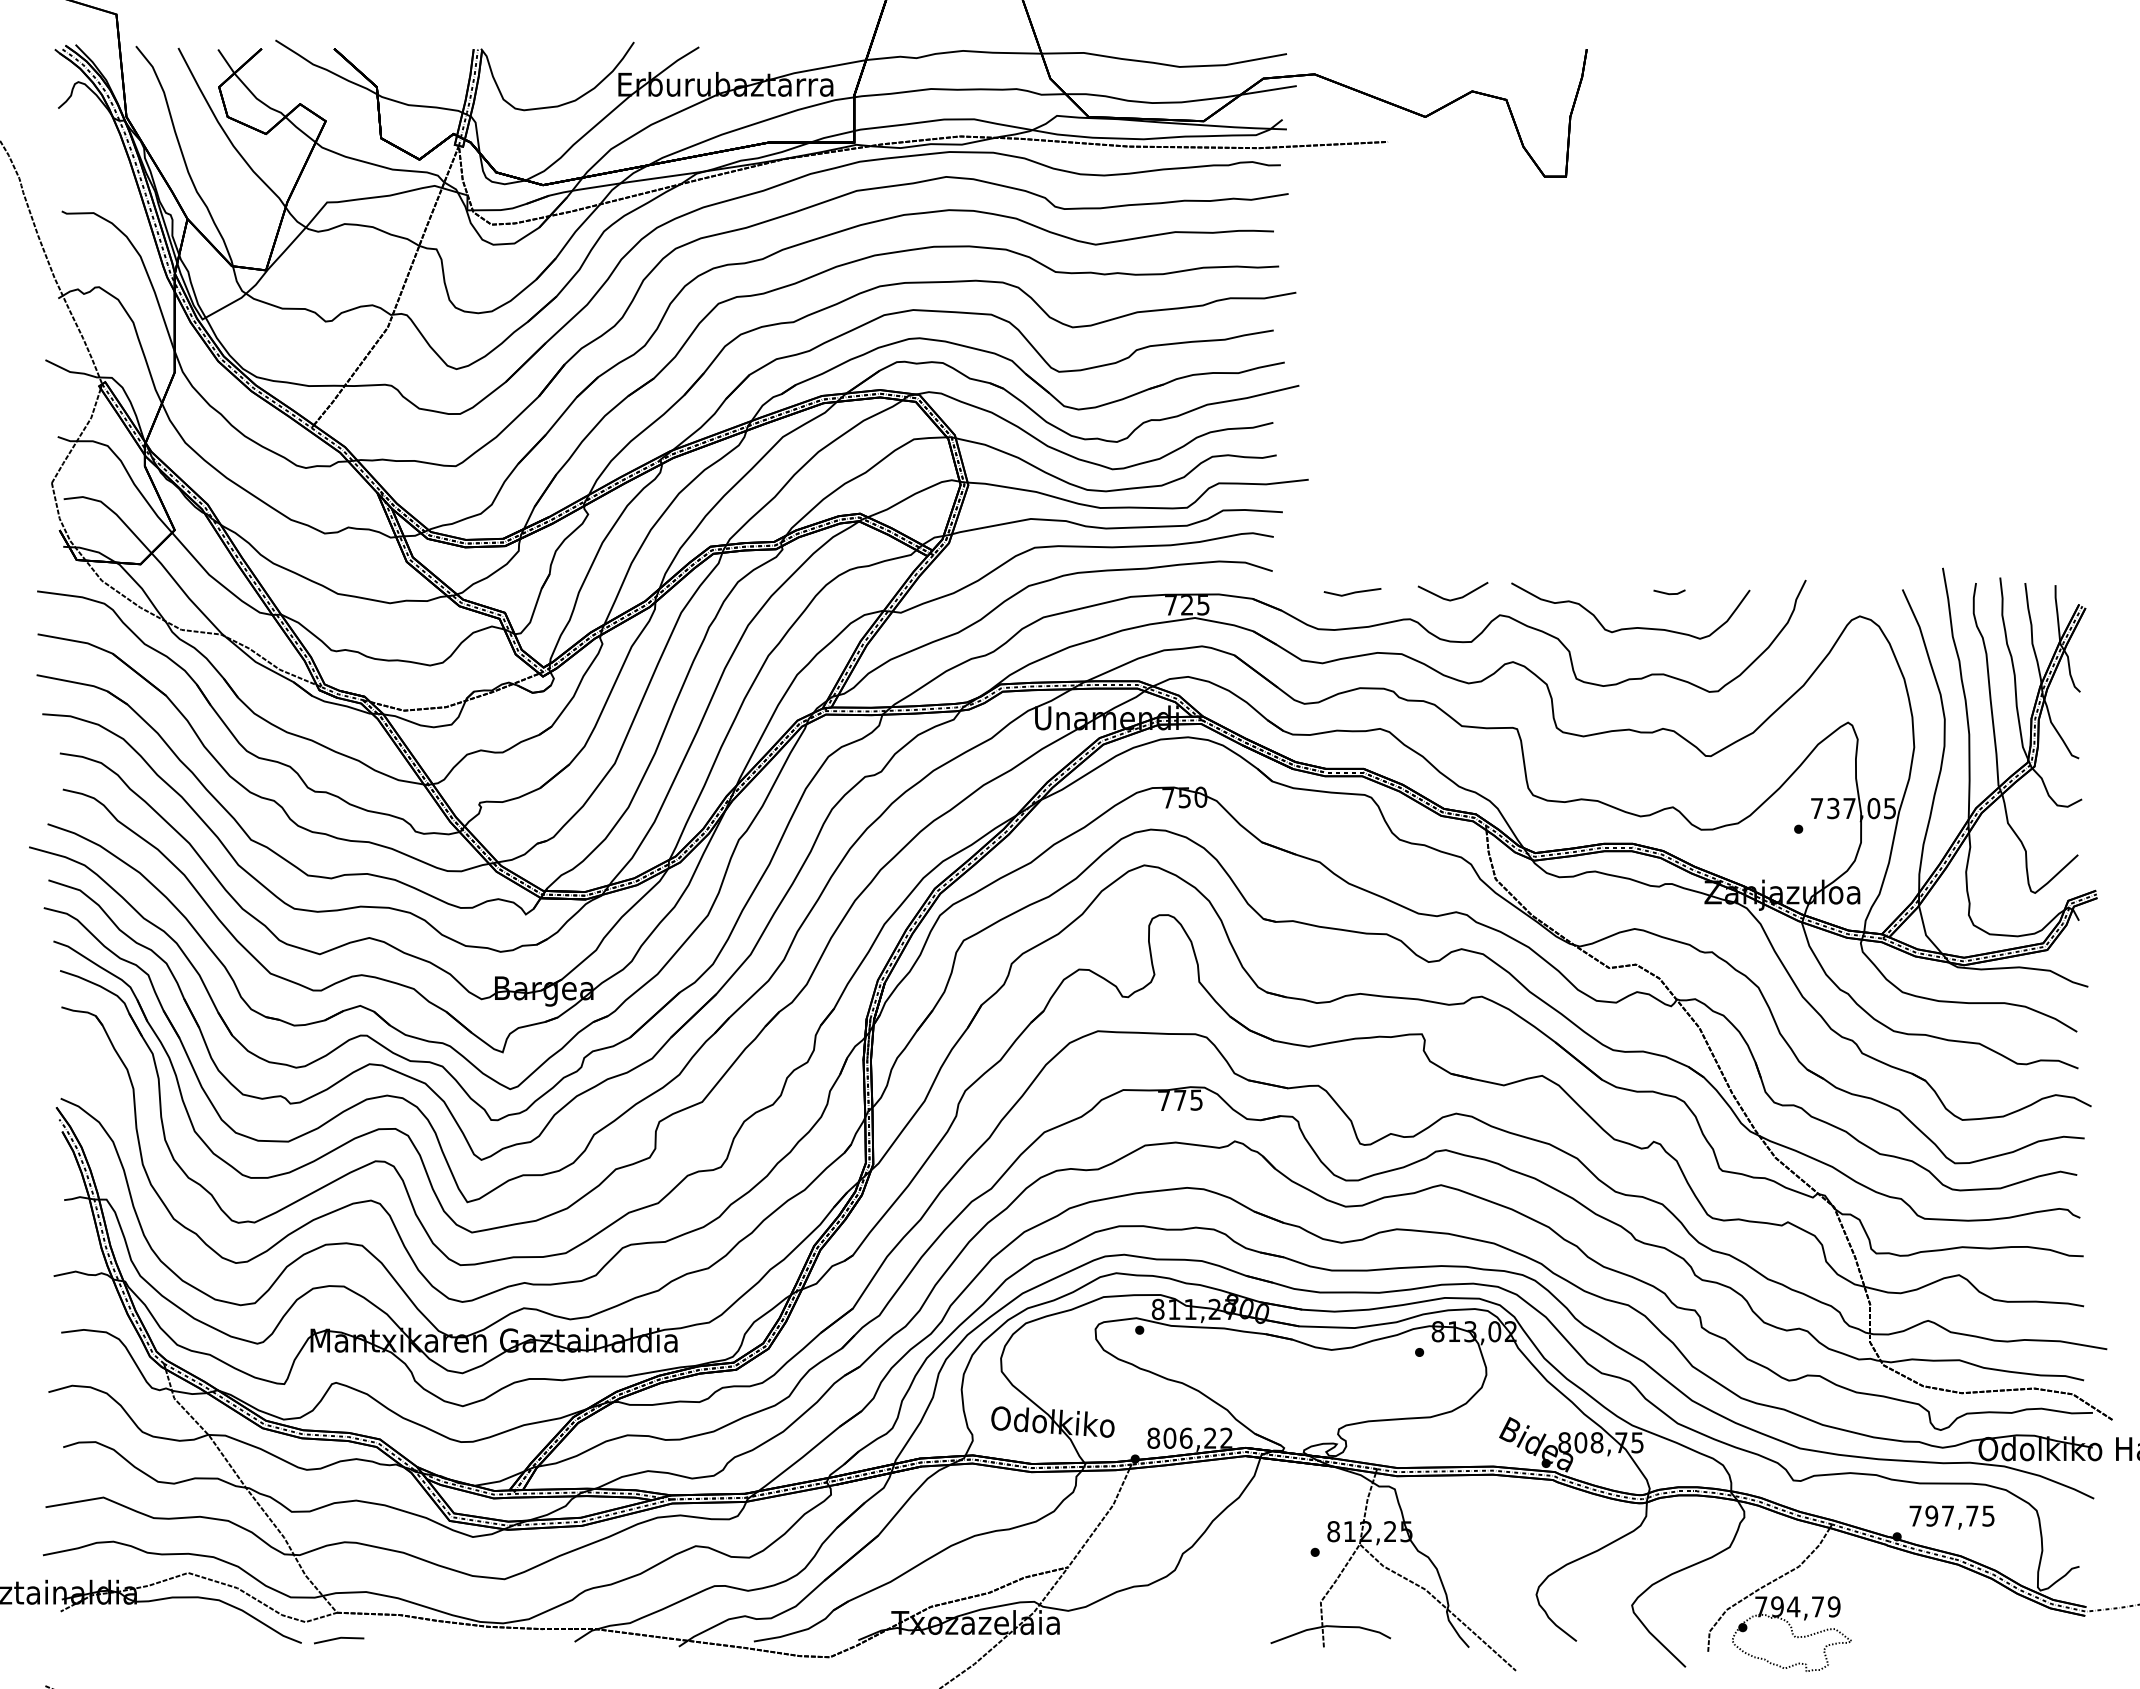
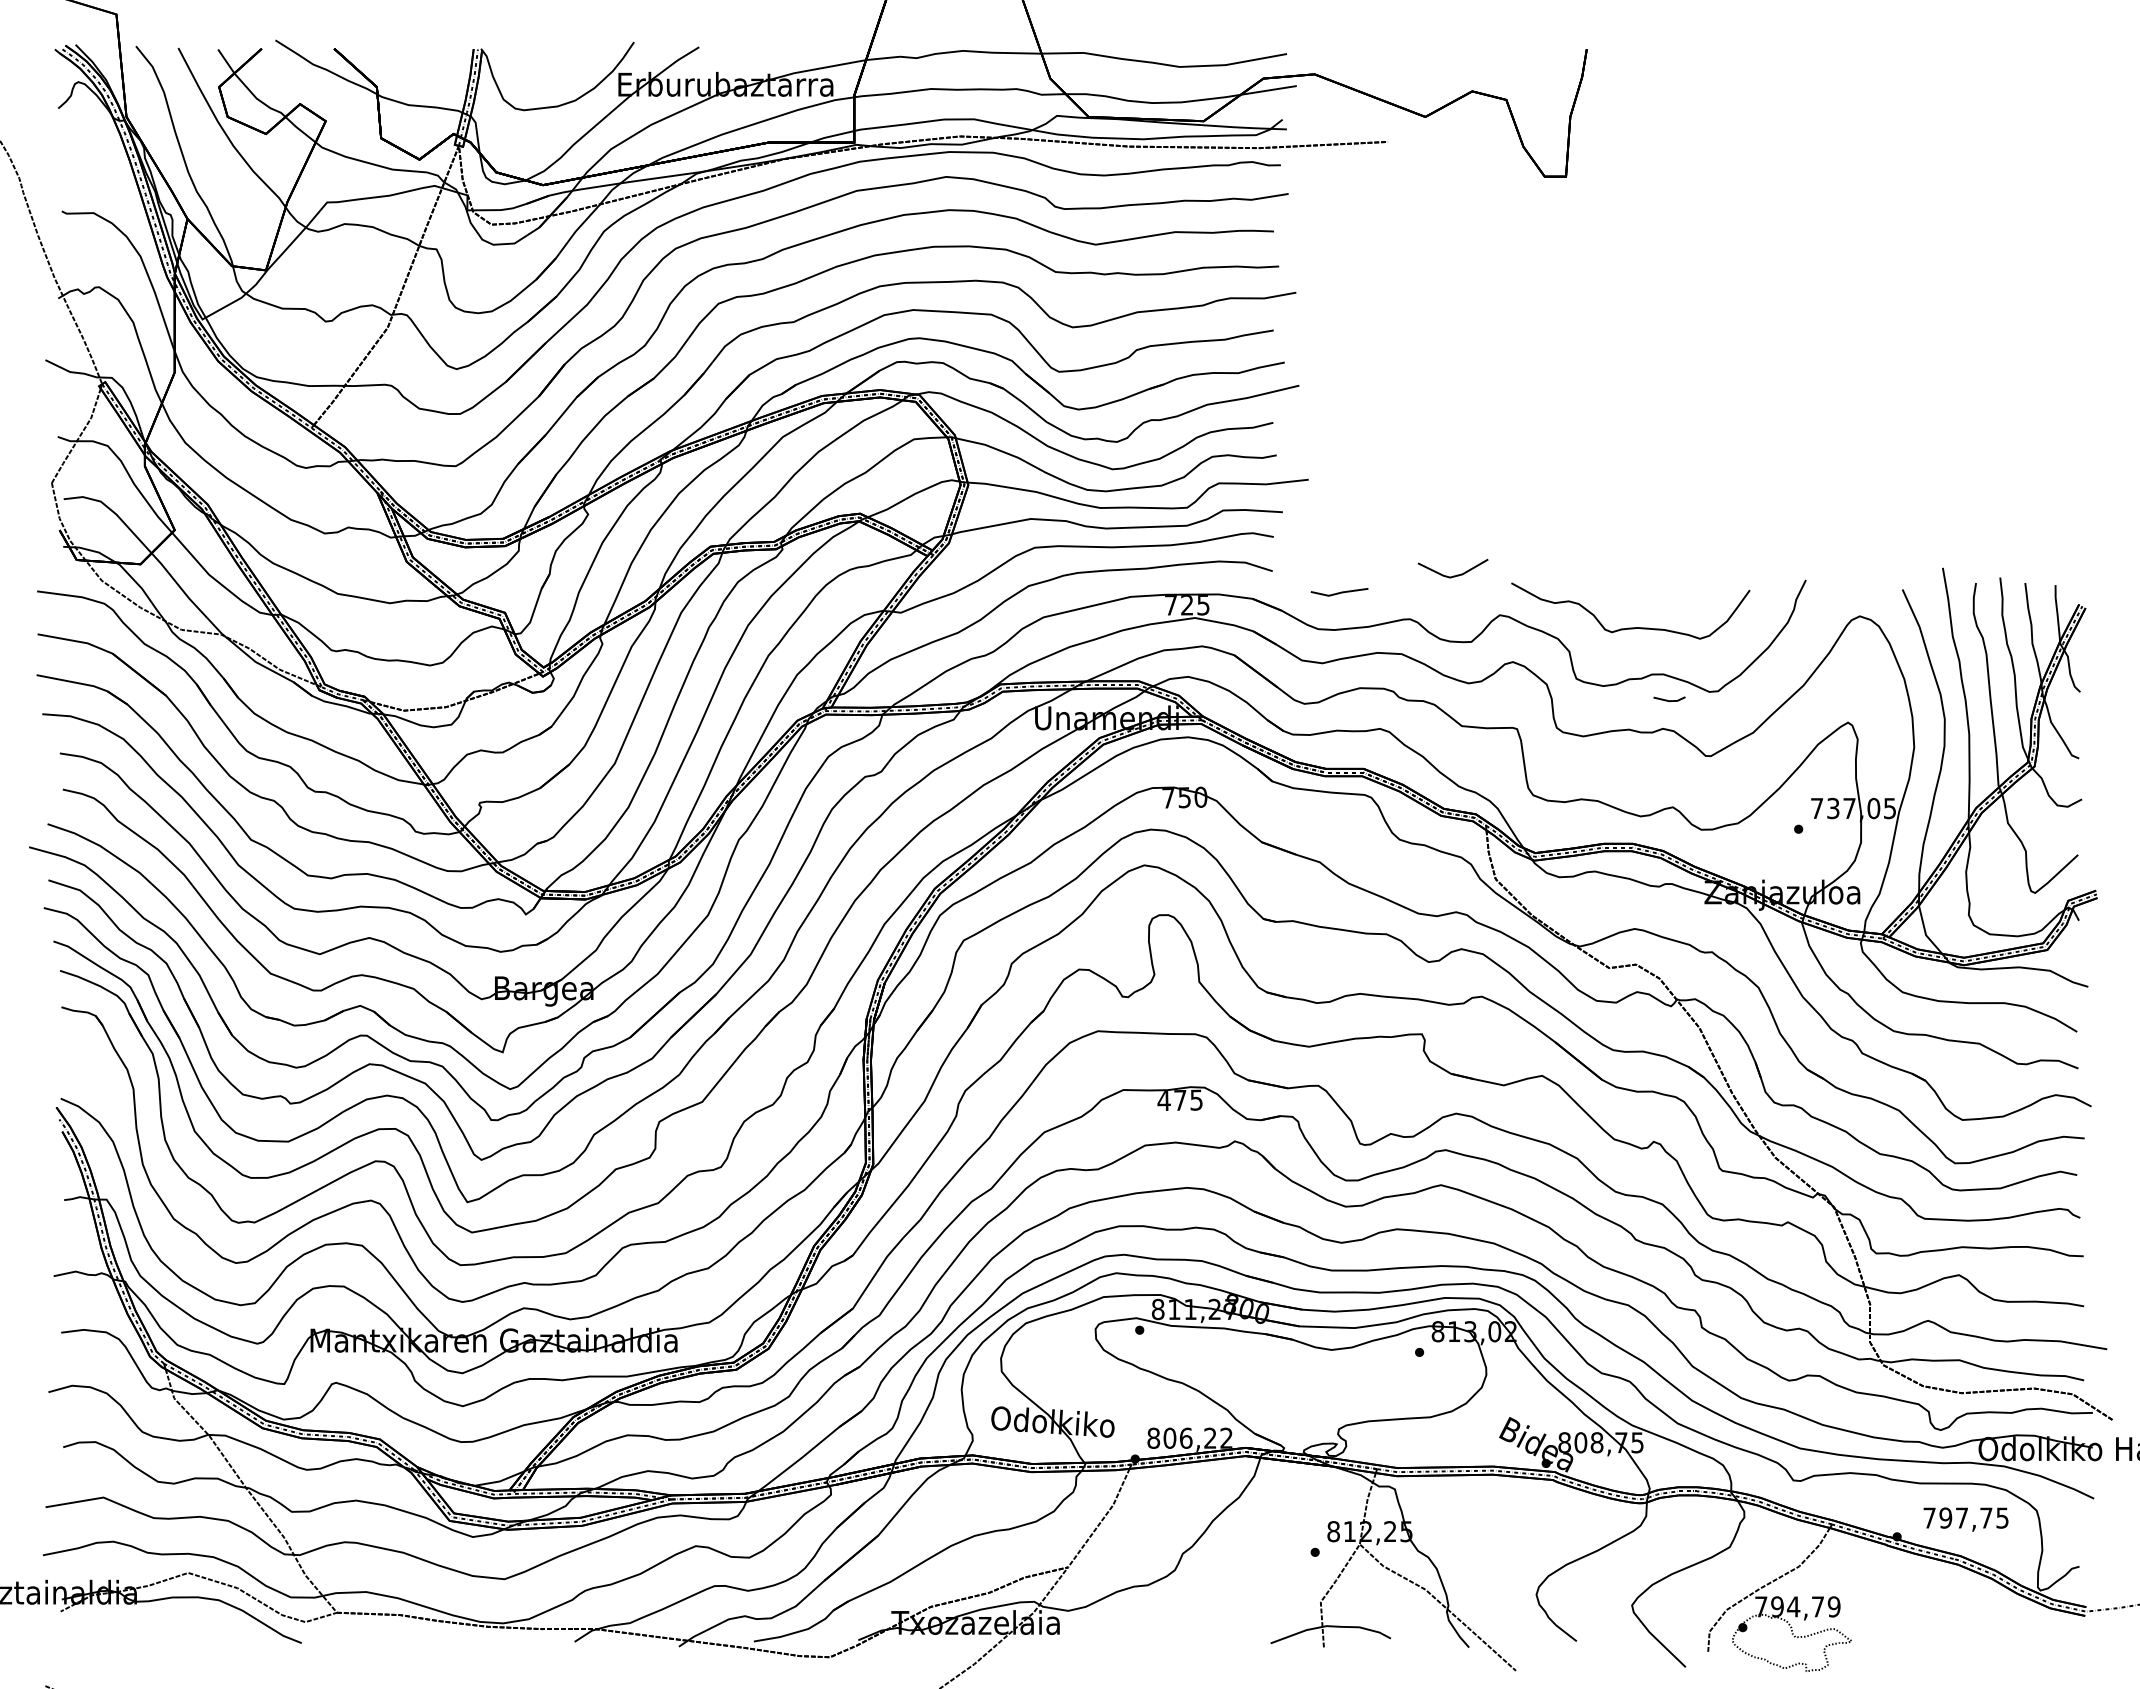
line at (1352, 592) position: (1352, 592) -> (1339, 592)
line at (1669, 593) position: (1669, 593) -> (1669, 700)
line at (1453, 598) position: (1453, 598) -> (1453, 575)
text at (1163, 1100): 775 -> 475
text at (1951, 1517) position: (1951, 1517) -> (1965, 1519)
line at (338, 1639): present -> none
